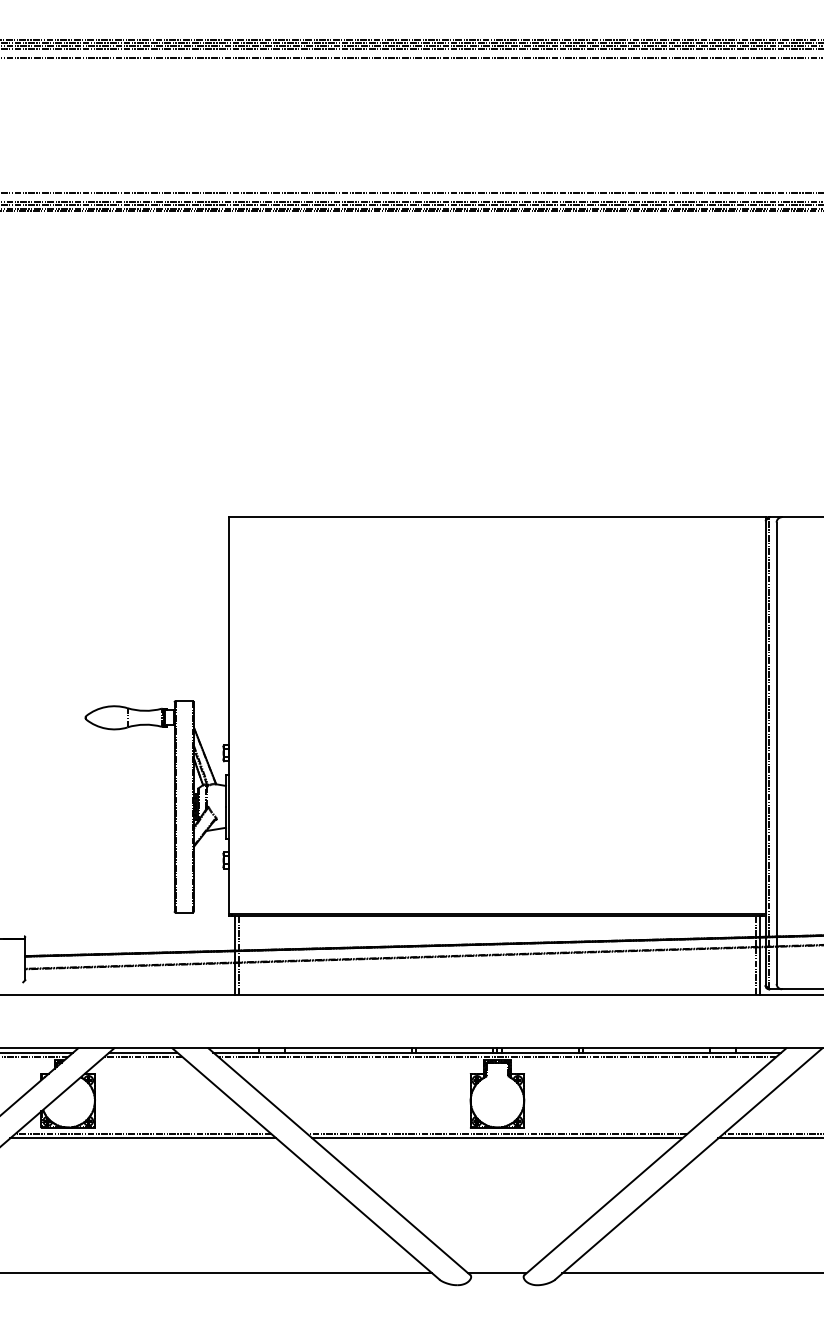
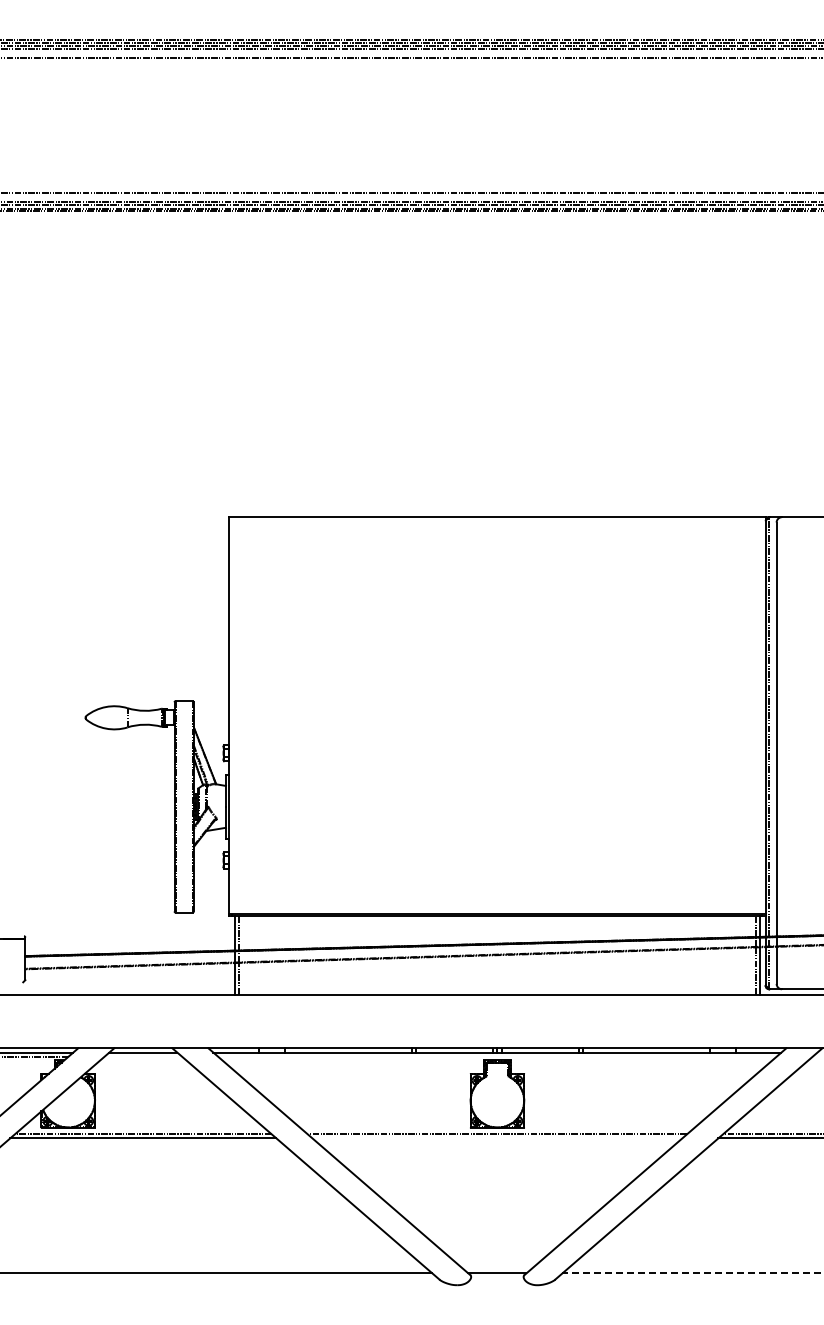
line at (143, 1056): present -> none
line at (497, 1056): present -> none
line at (497, 1138): present -> none
line at (692, 1273): solid -> dashed
